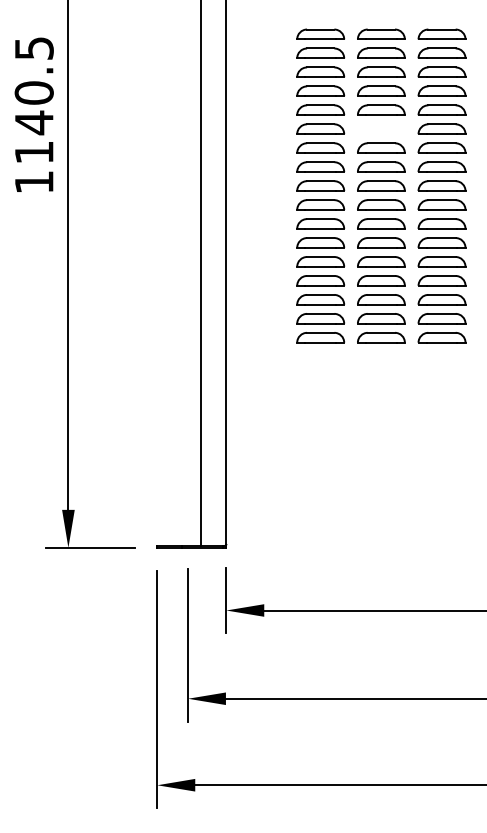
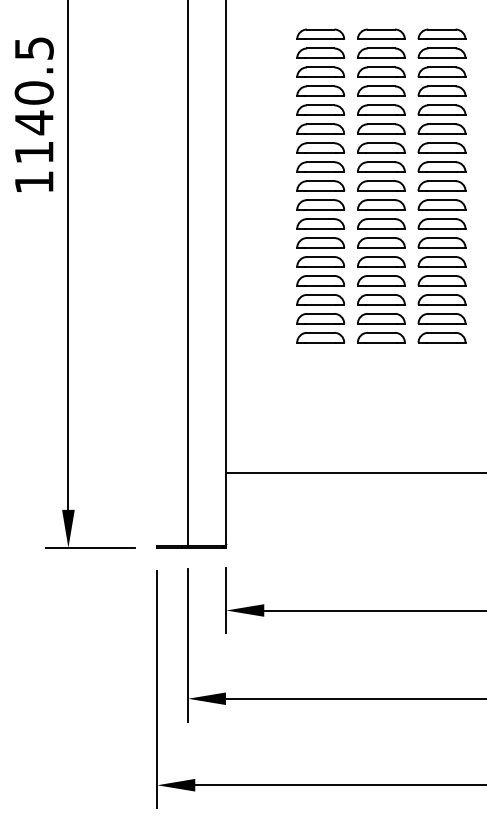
part at (381, 128): none -> present
line at (201, 273) position: (201, 273) -> (188, 273)
line at (354, 473): none -> present
